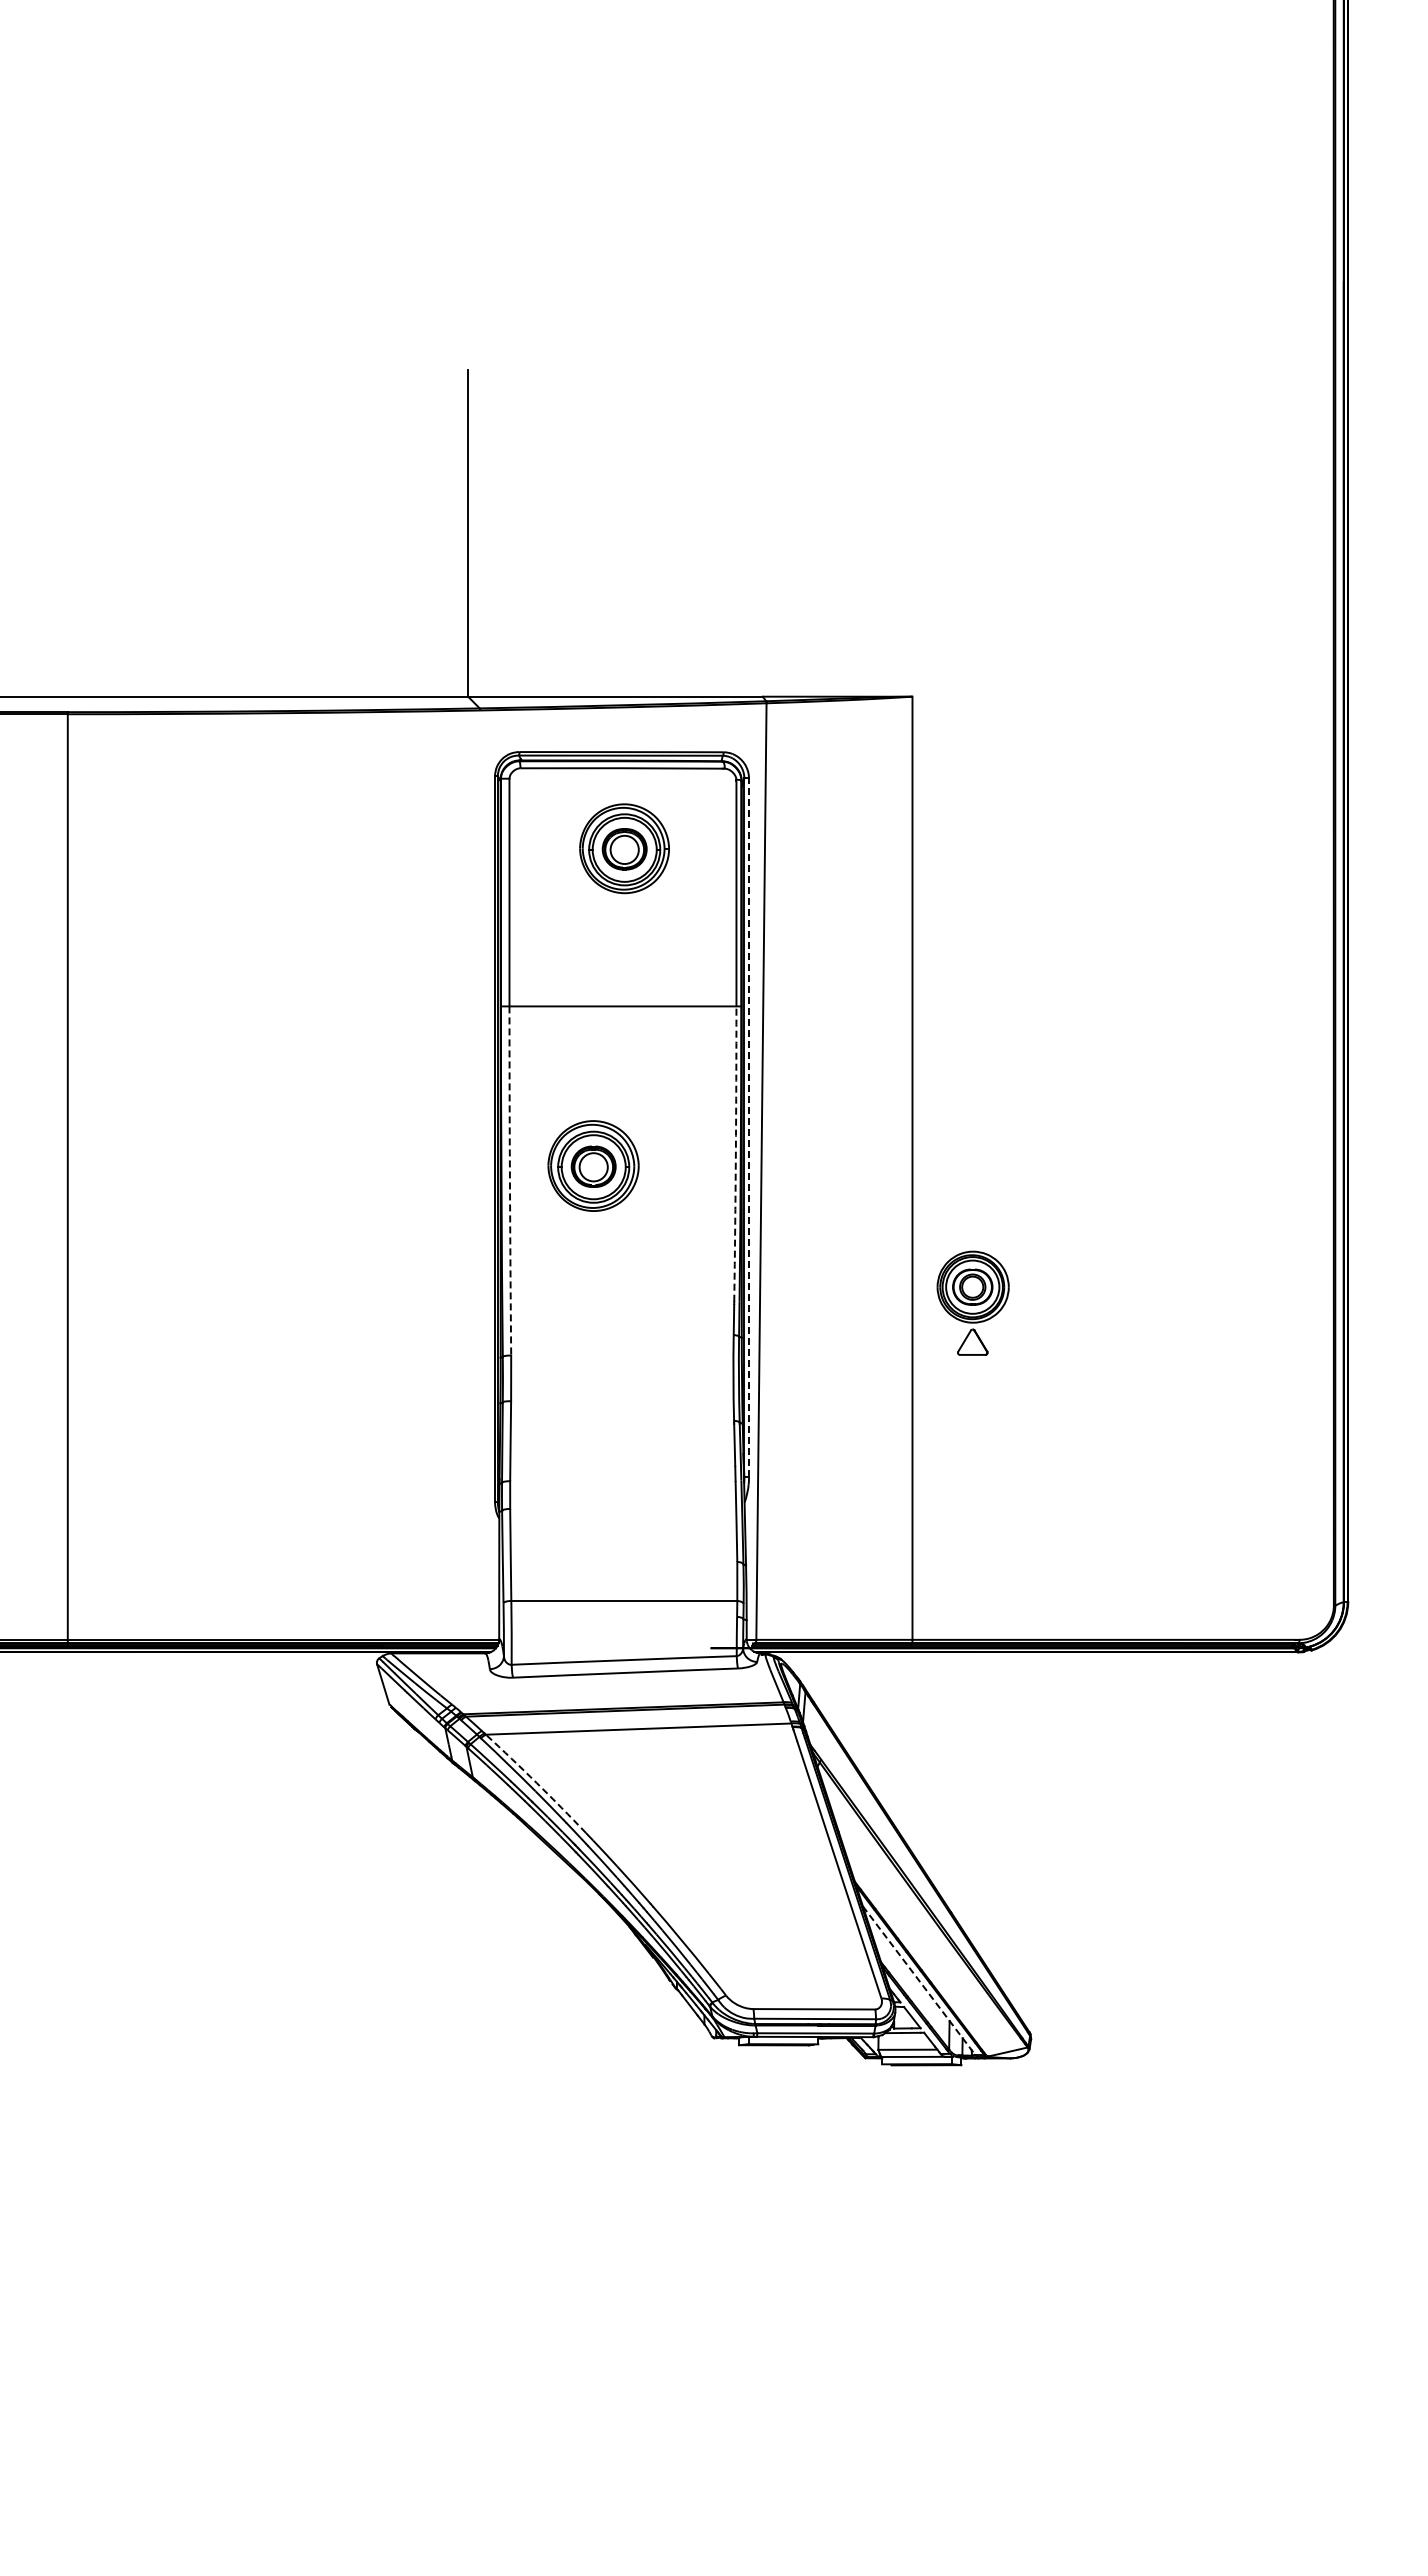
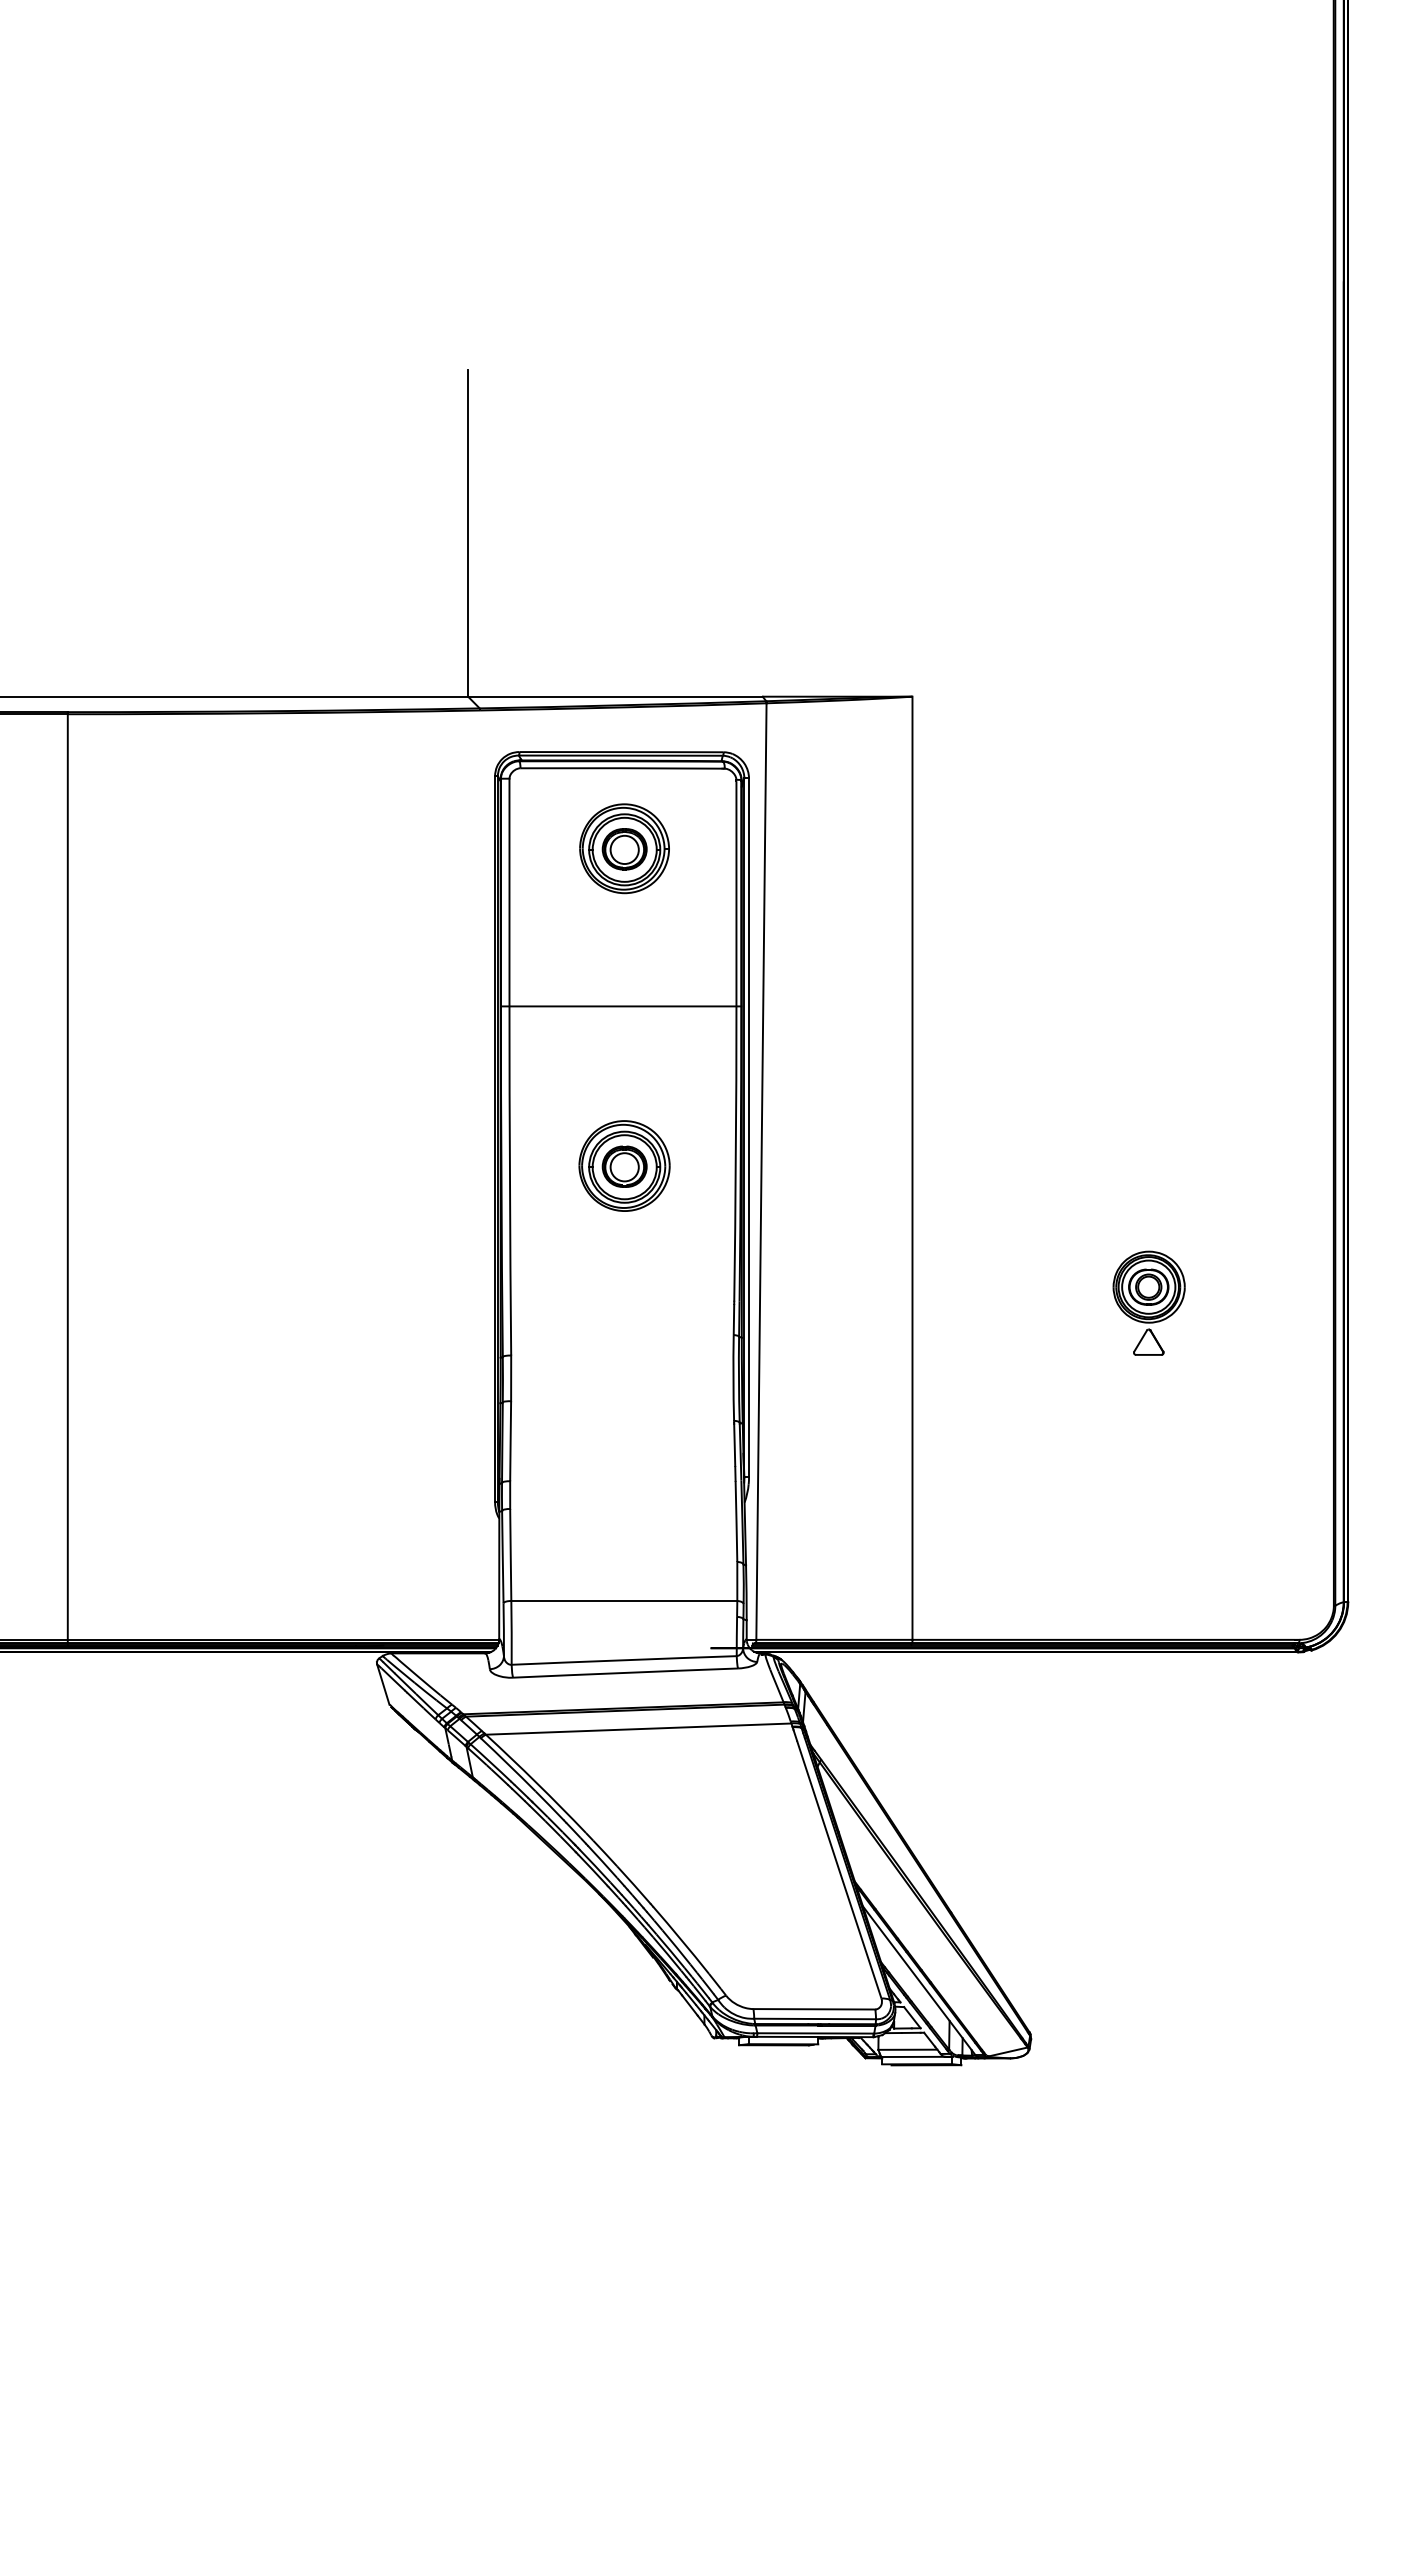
line at (749, 1127): dashed -> solid
arc at (735, 1154): dashed -> solid
part at (593, 1165) position: (593, 1165) -> (624, 1165)
arc at (509, 1181): dashed -> solid
part at (972, 1302) position: (972, 1302) -> (1148, 1302)
arc at (536, 1783): dashed -> solid
line at (919, 1981): dashed -> solid
